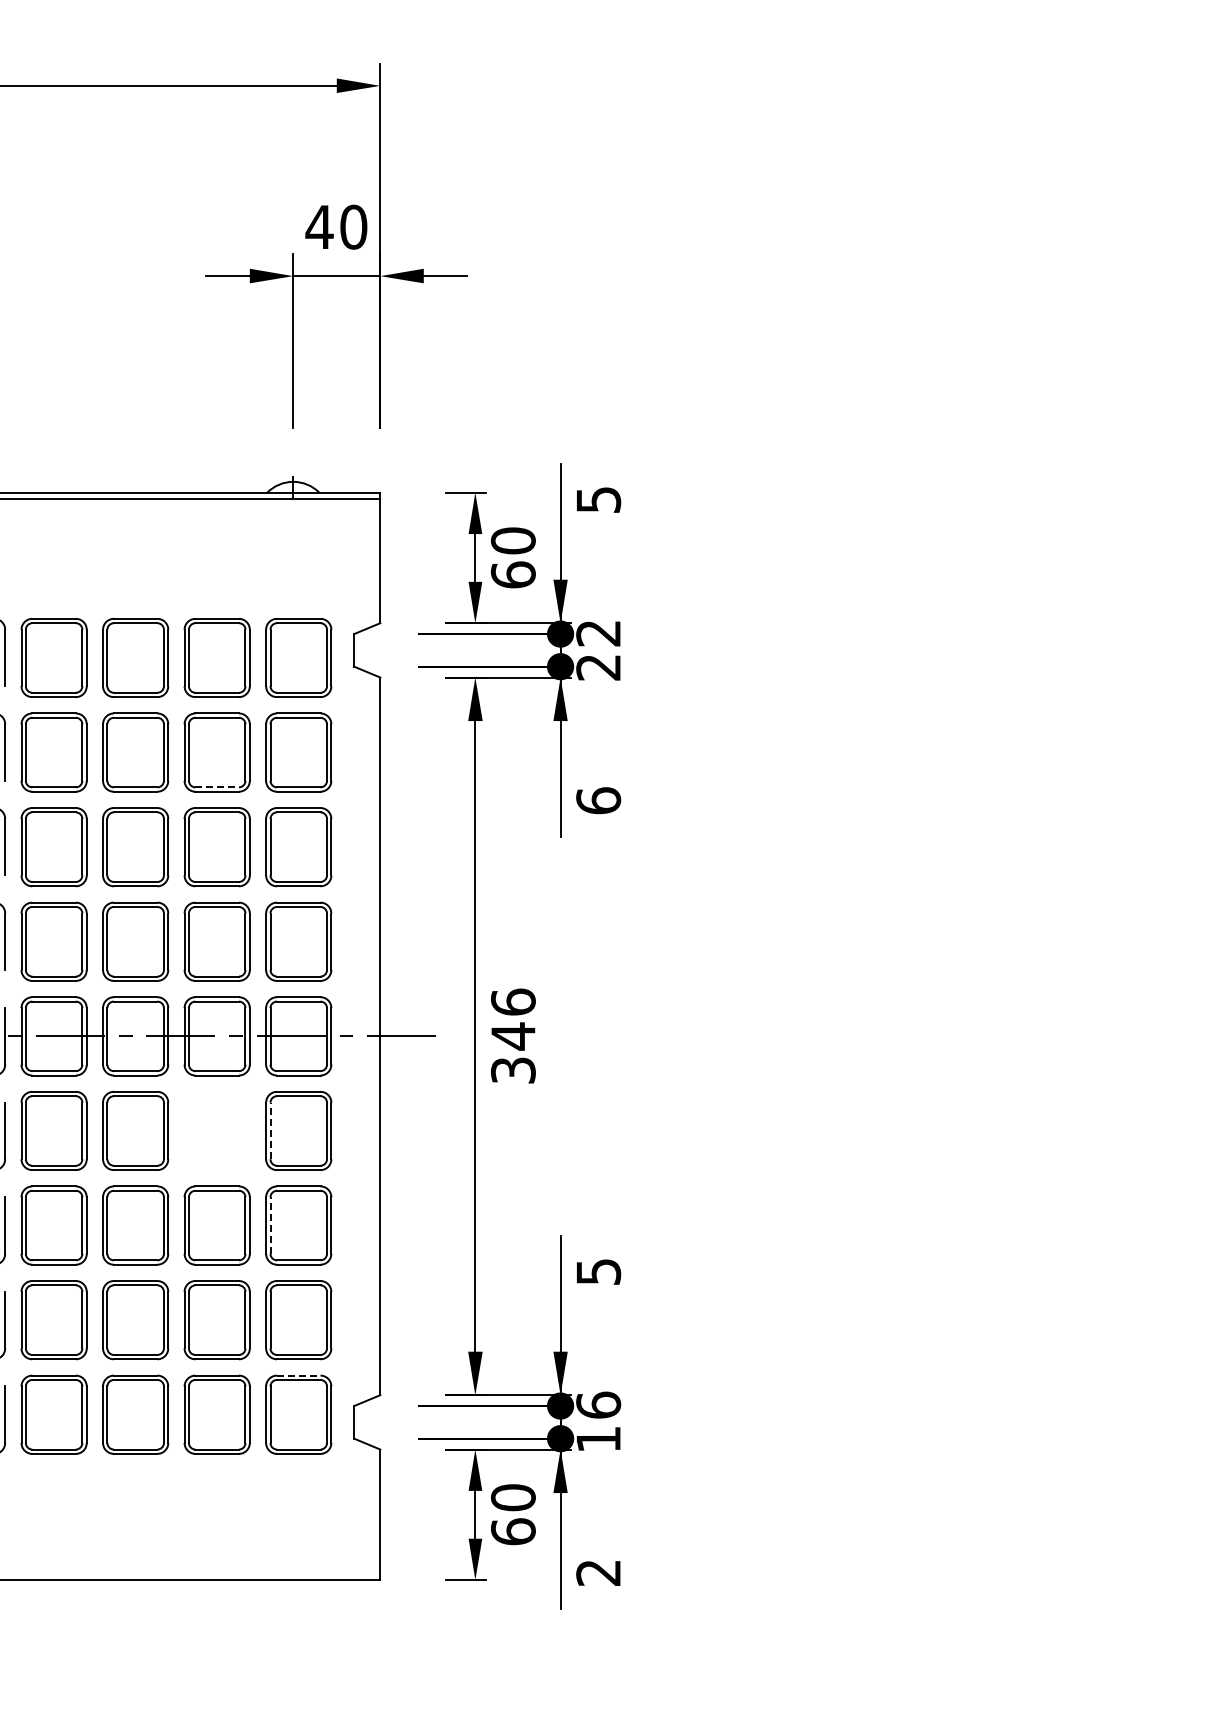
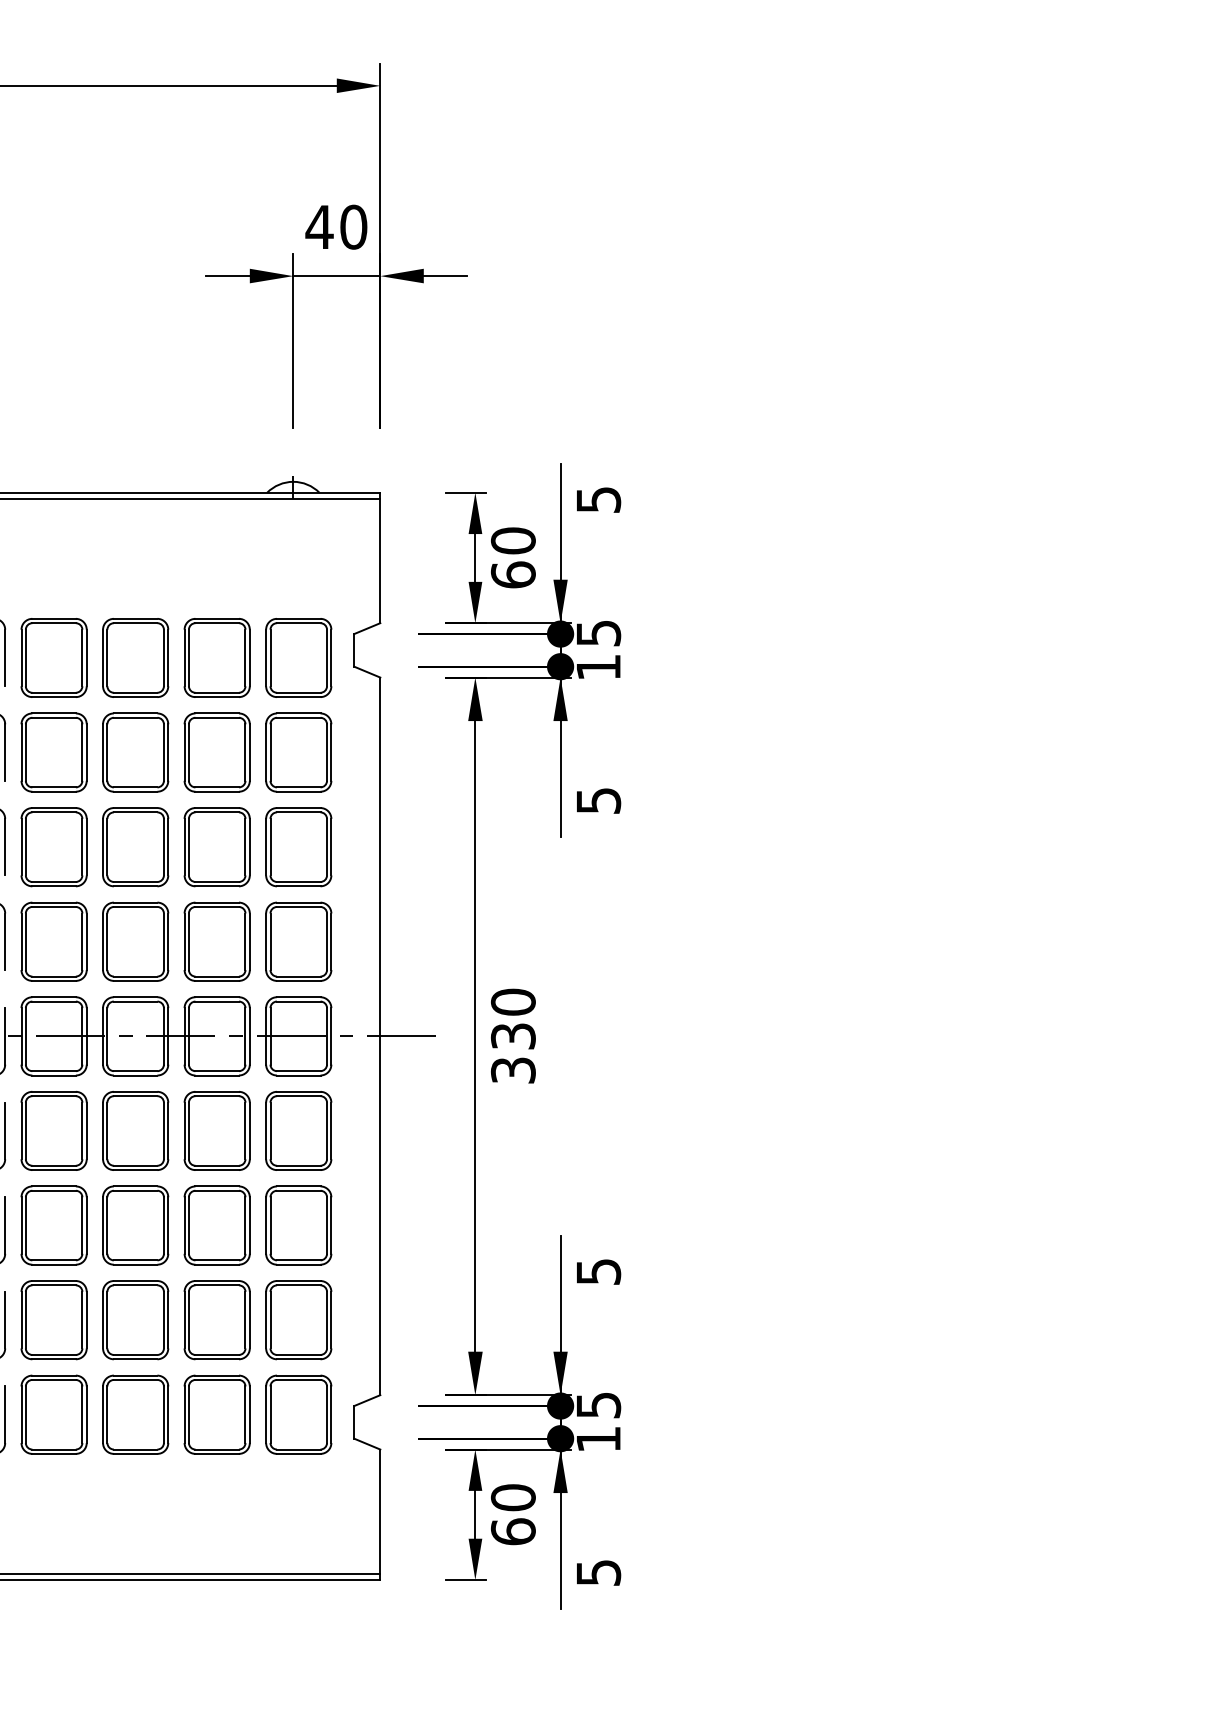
text at (598, 650): 22 -> 15
line at (217, 787): dashed -> solid
text at (598, 800): 6 -> 5
text at (512, 1019): 346 -> 330
part at (216, 1130): none -> present
line at (270, 1130): dashed -> solid
line at (270, 1225): dashed -> solid
line at (298, 1375): dashed -> solid
text at (598, 1404): 16 -> 15
text at (598, 1572): 2 -> 5
line at (191, 1573): none -> present
